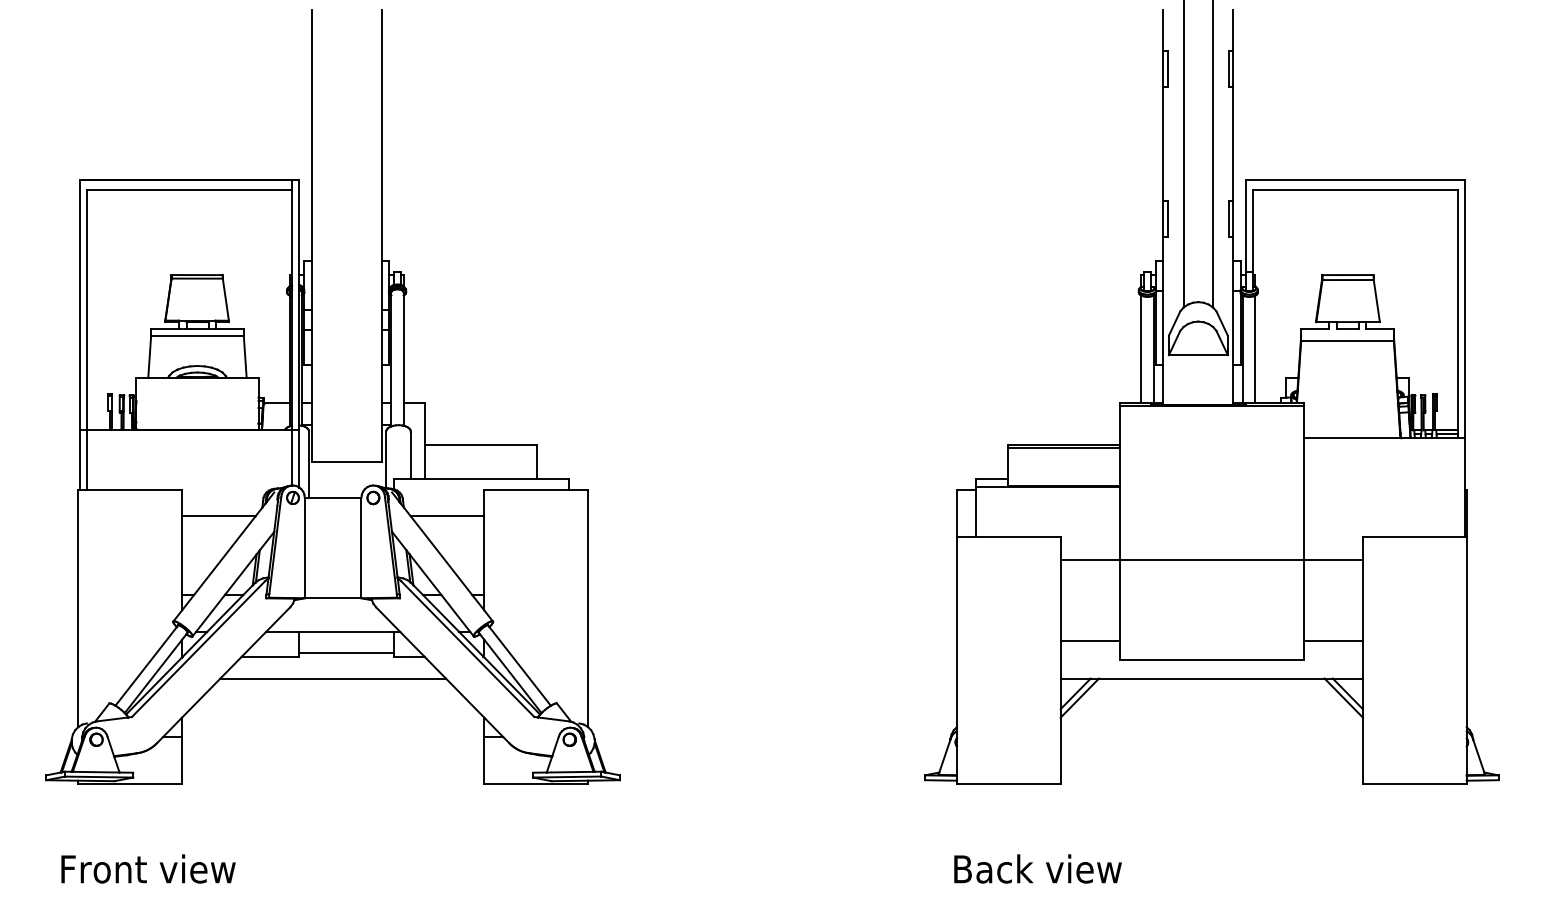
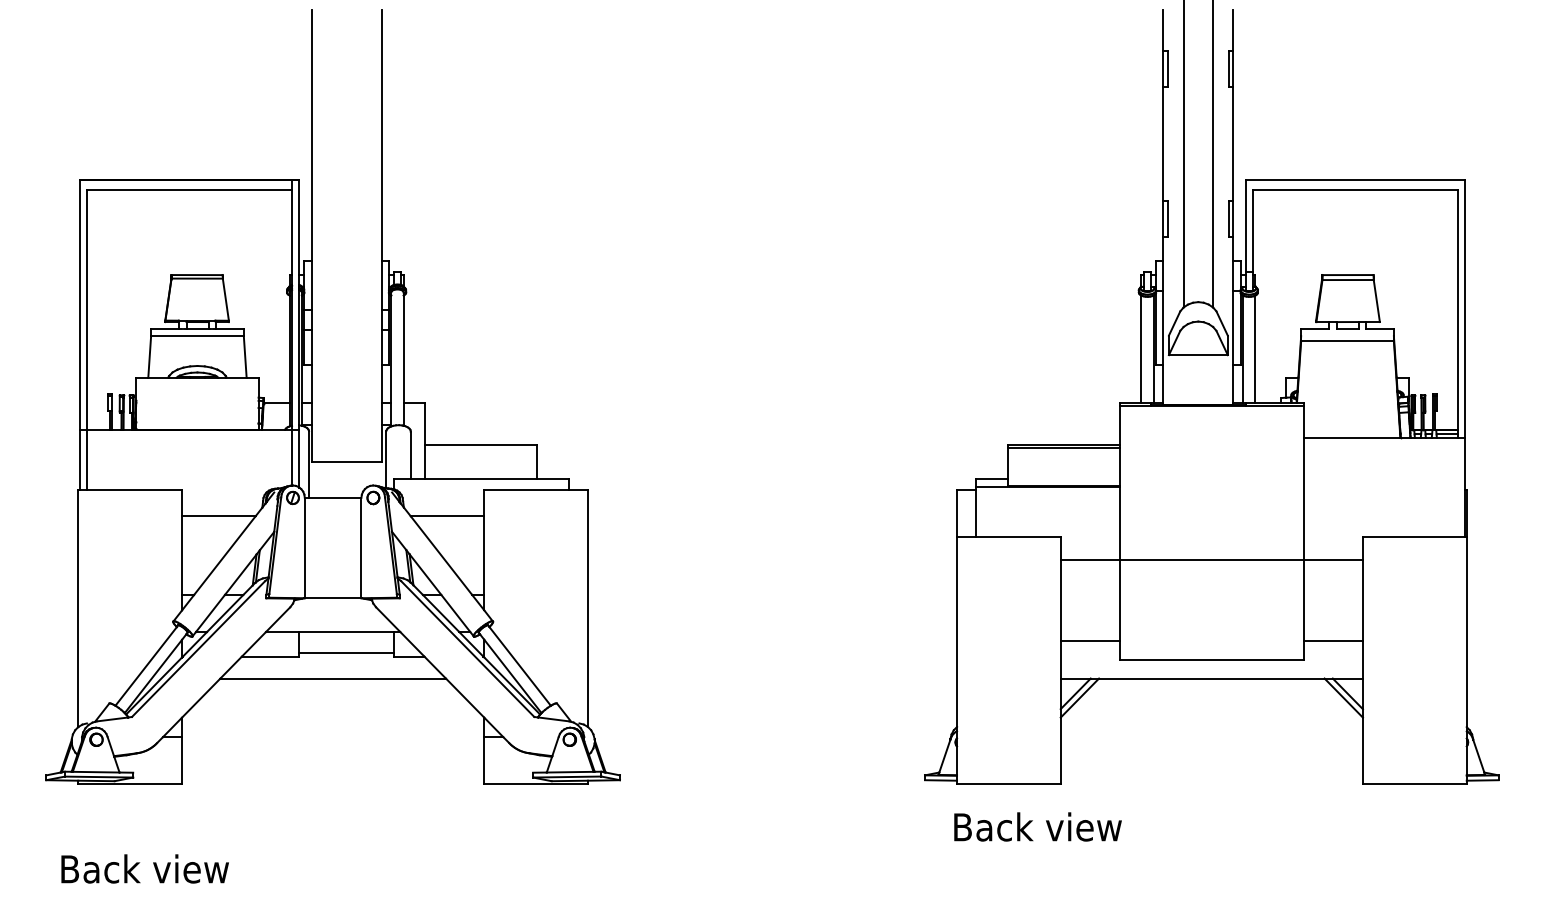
text at (149, 868): Front view -> Back view
text at (1037, 868) position: (1037, 868) -> (1037, 826)
